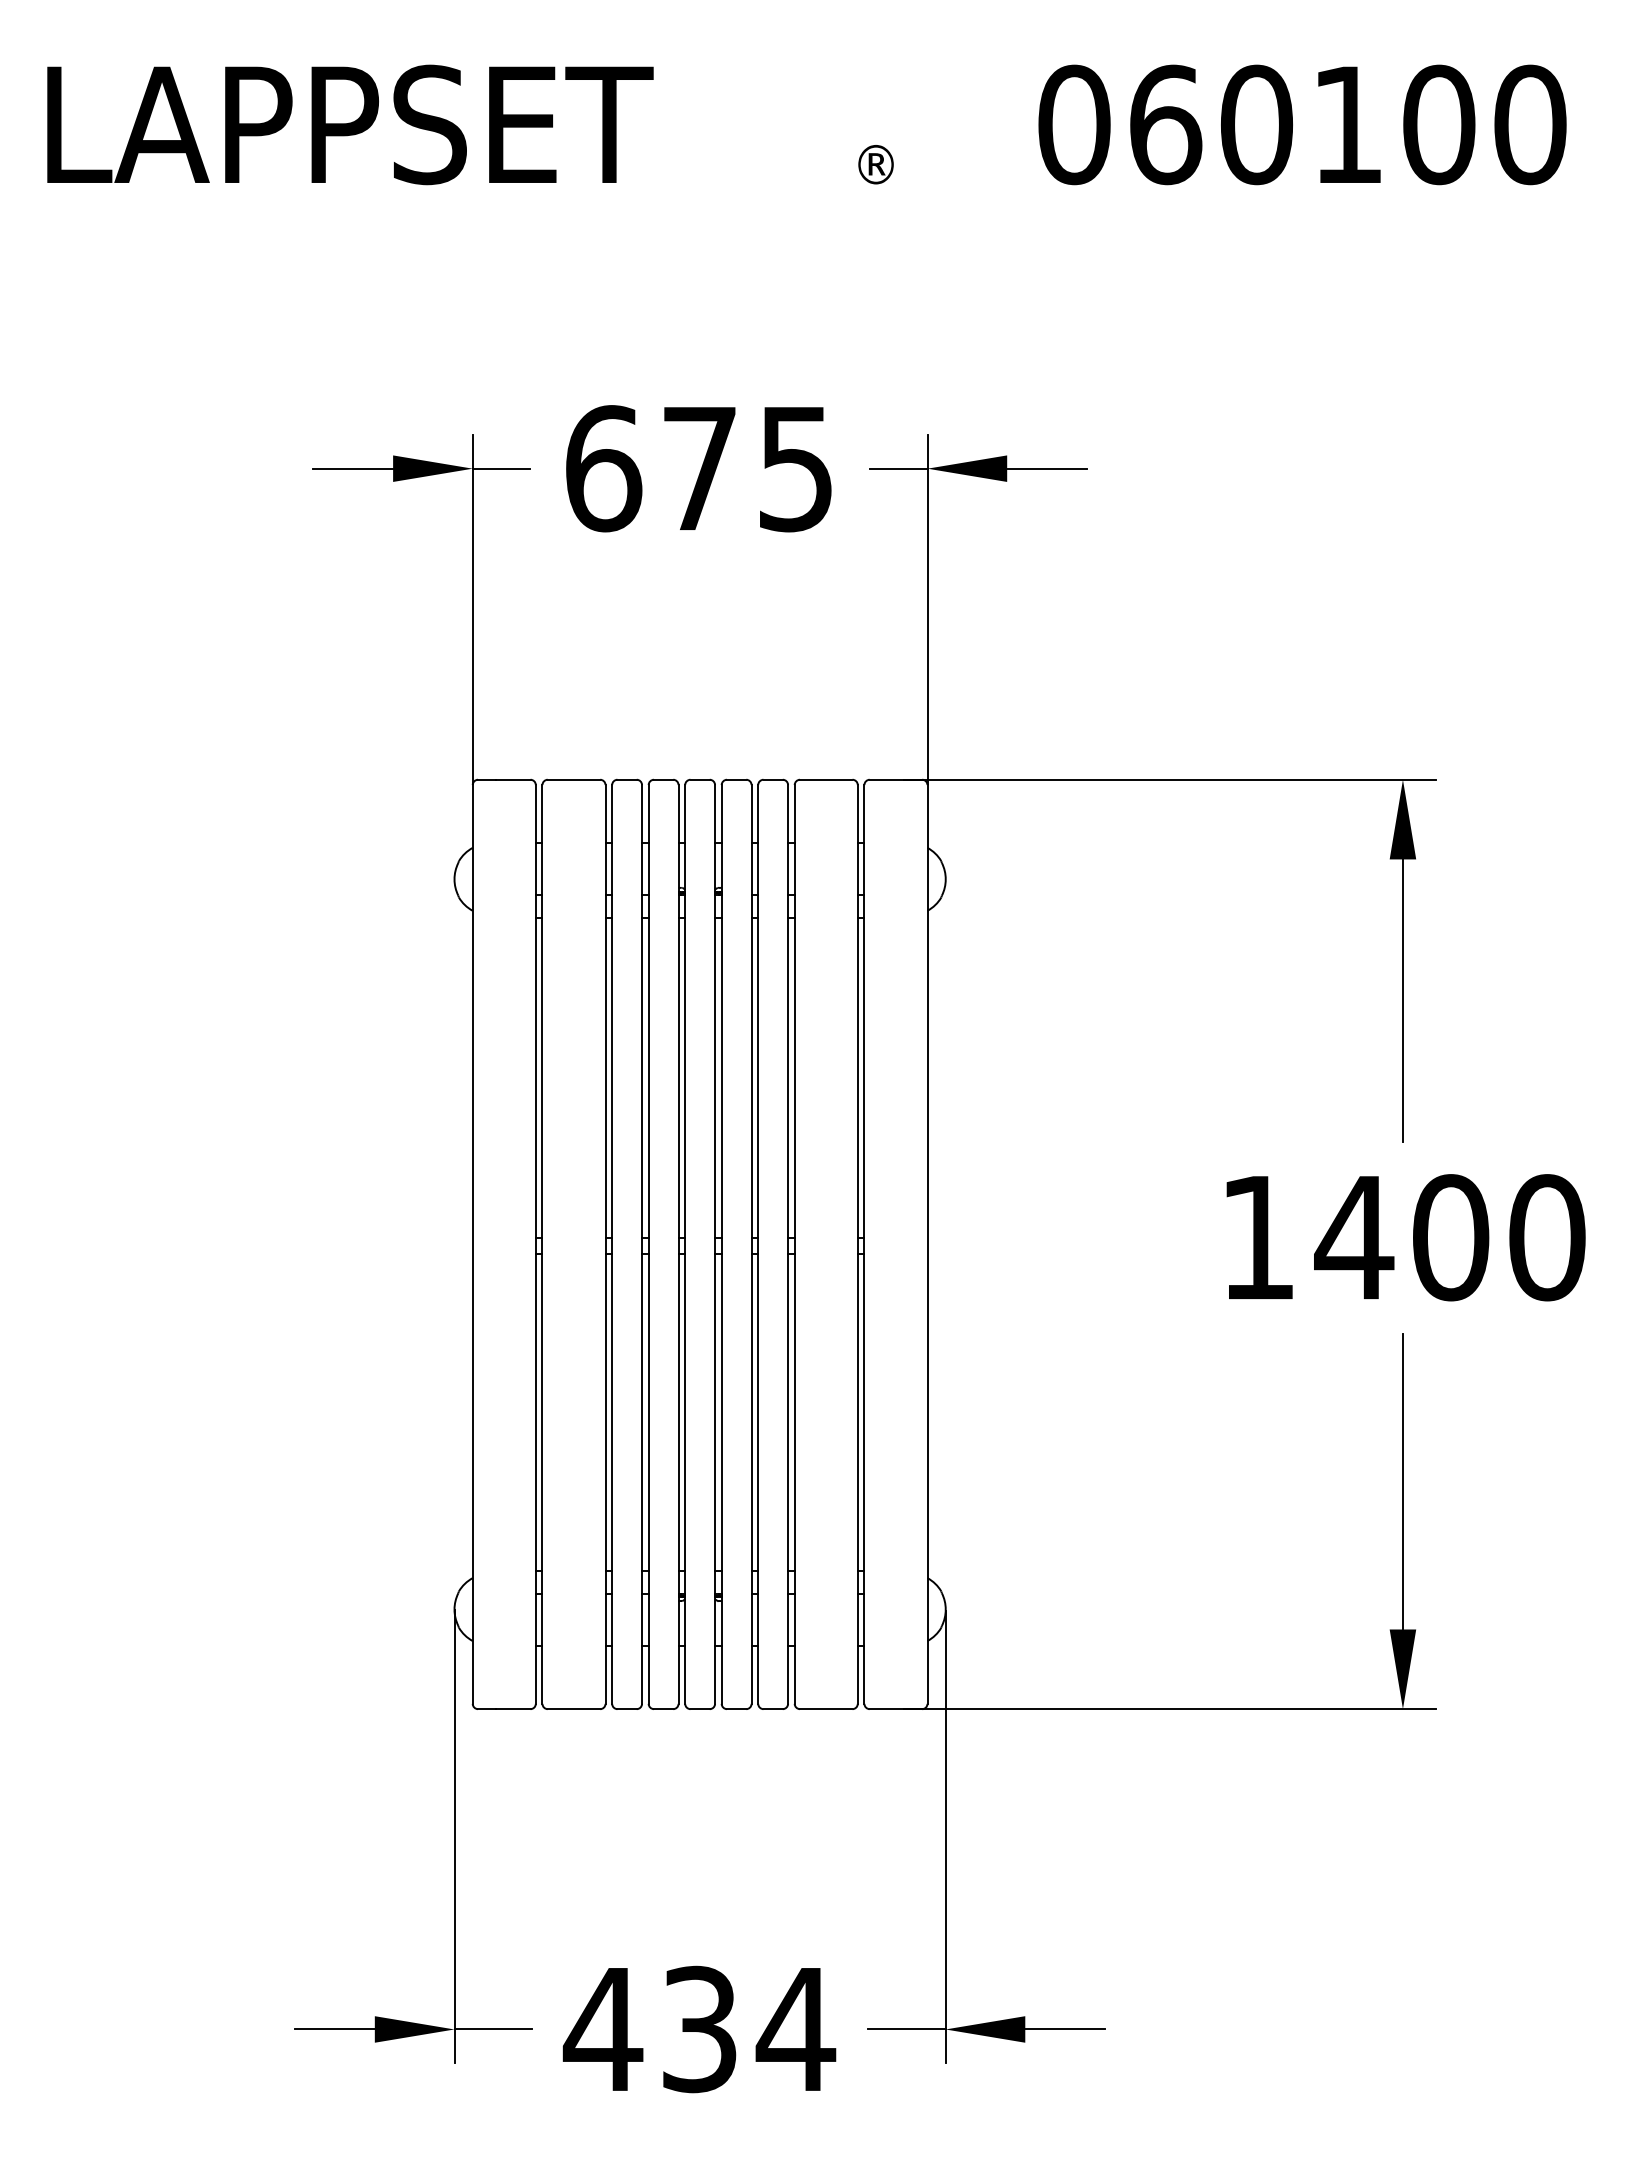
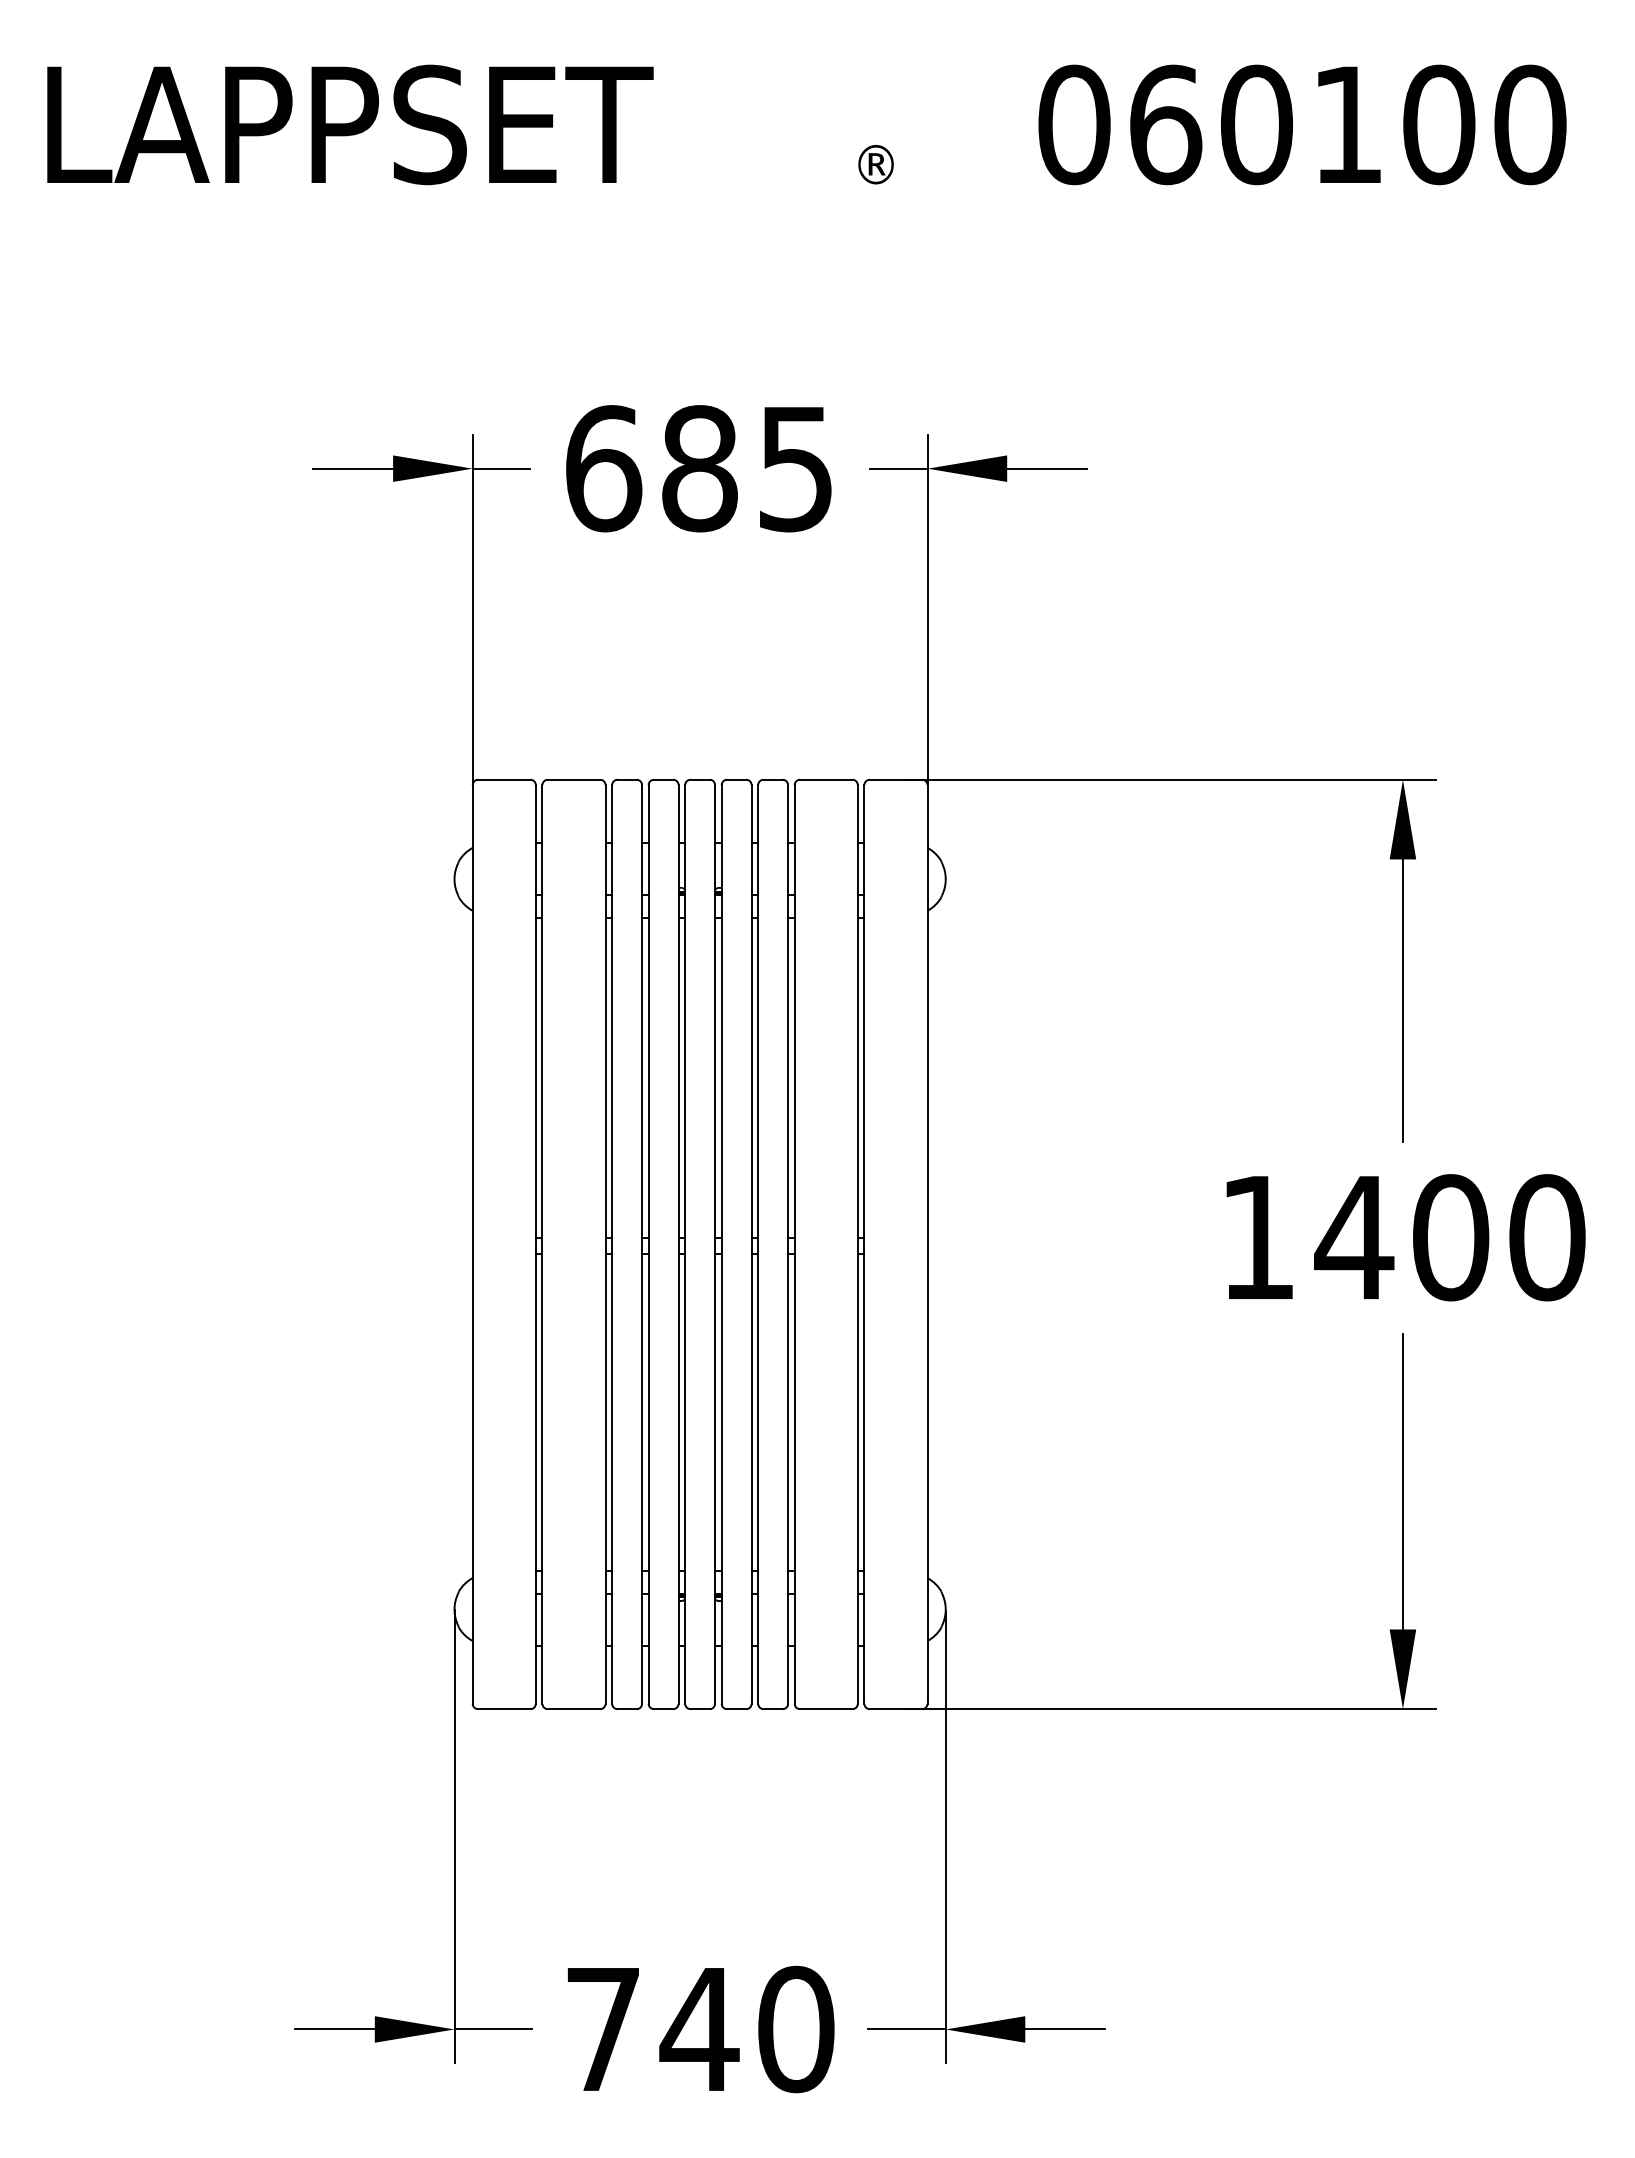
text at (699, 468): 675 -> 685
text at (699, 2029): 434 -> 740
